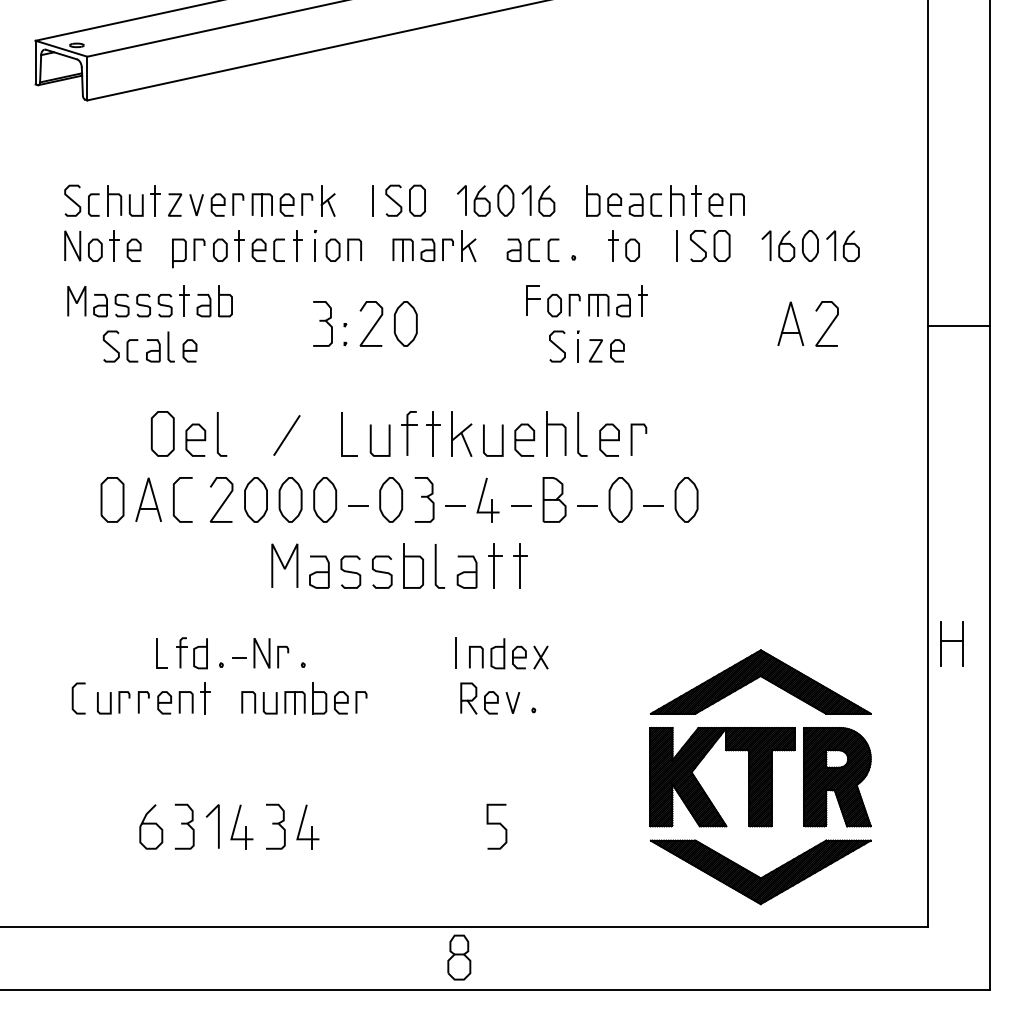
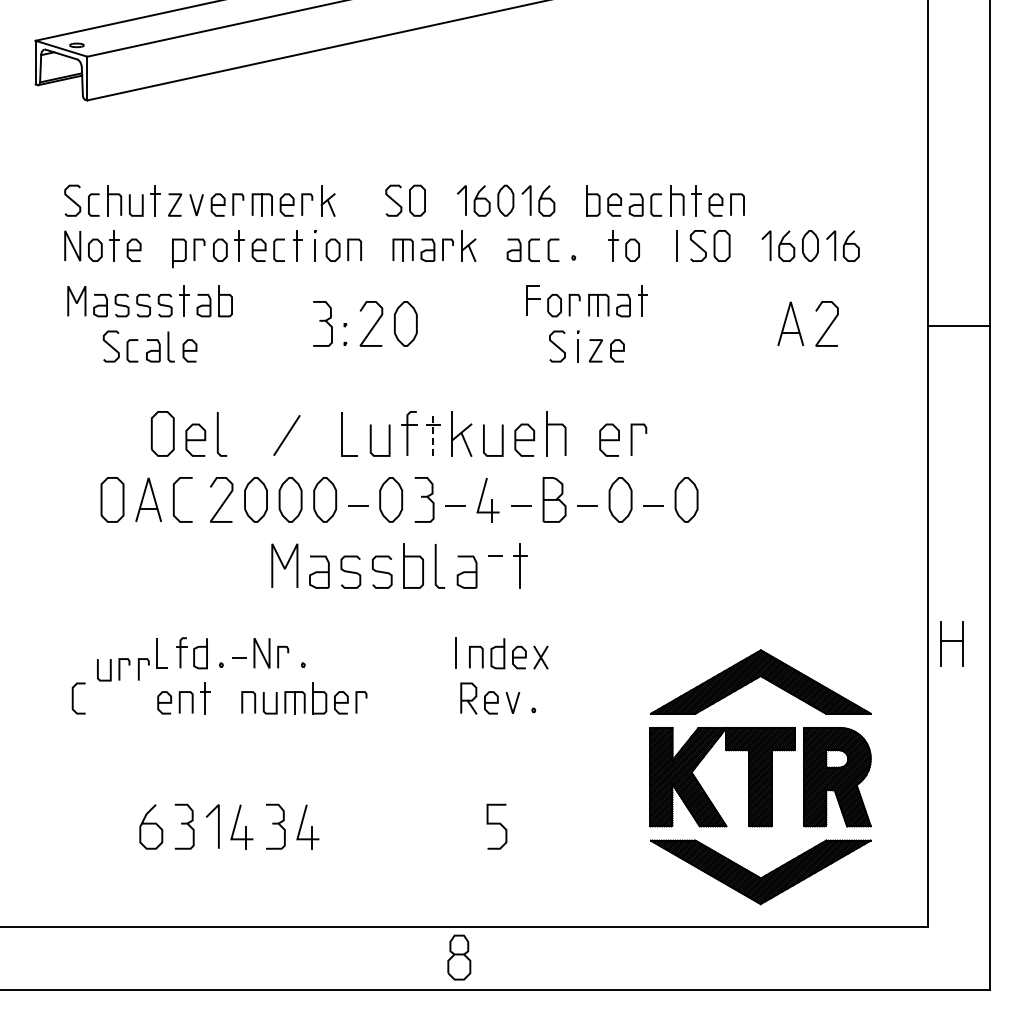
line at (372, 200): present -> none
line at (432, 433): solid -> dashed
line at (579, 434): present -> none
line at (494, 565): present -> none
part at (123, 702) position: (123, 702) -> (123, 669)
